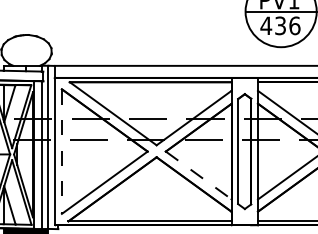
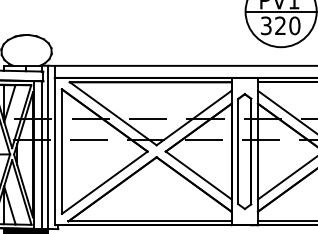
text at (280, 25): 436 -> 320
line at (61, 152): dashed -> solid
line at (198, 175): dashed -> solid
